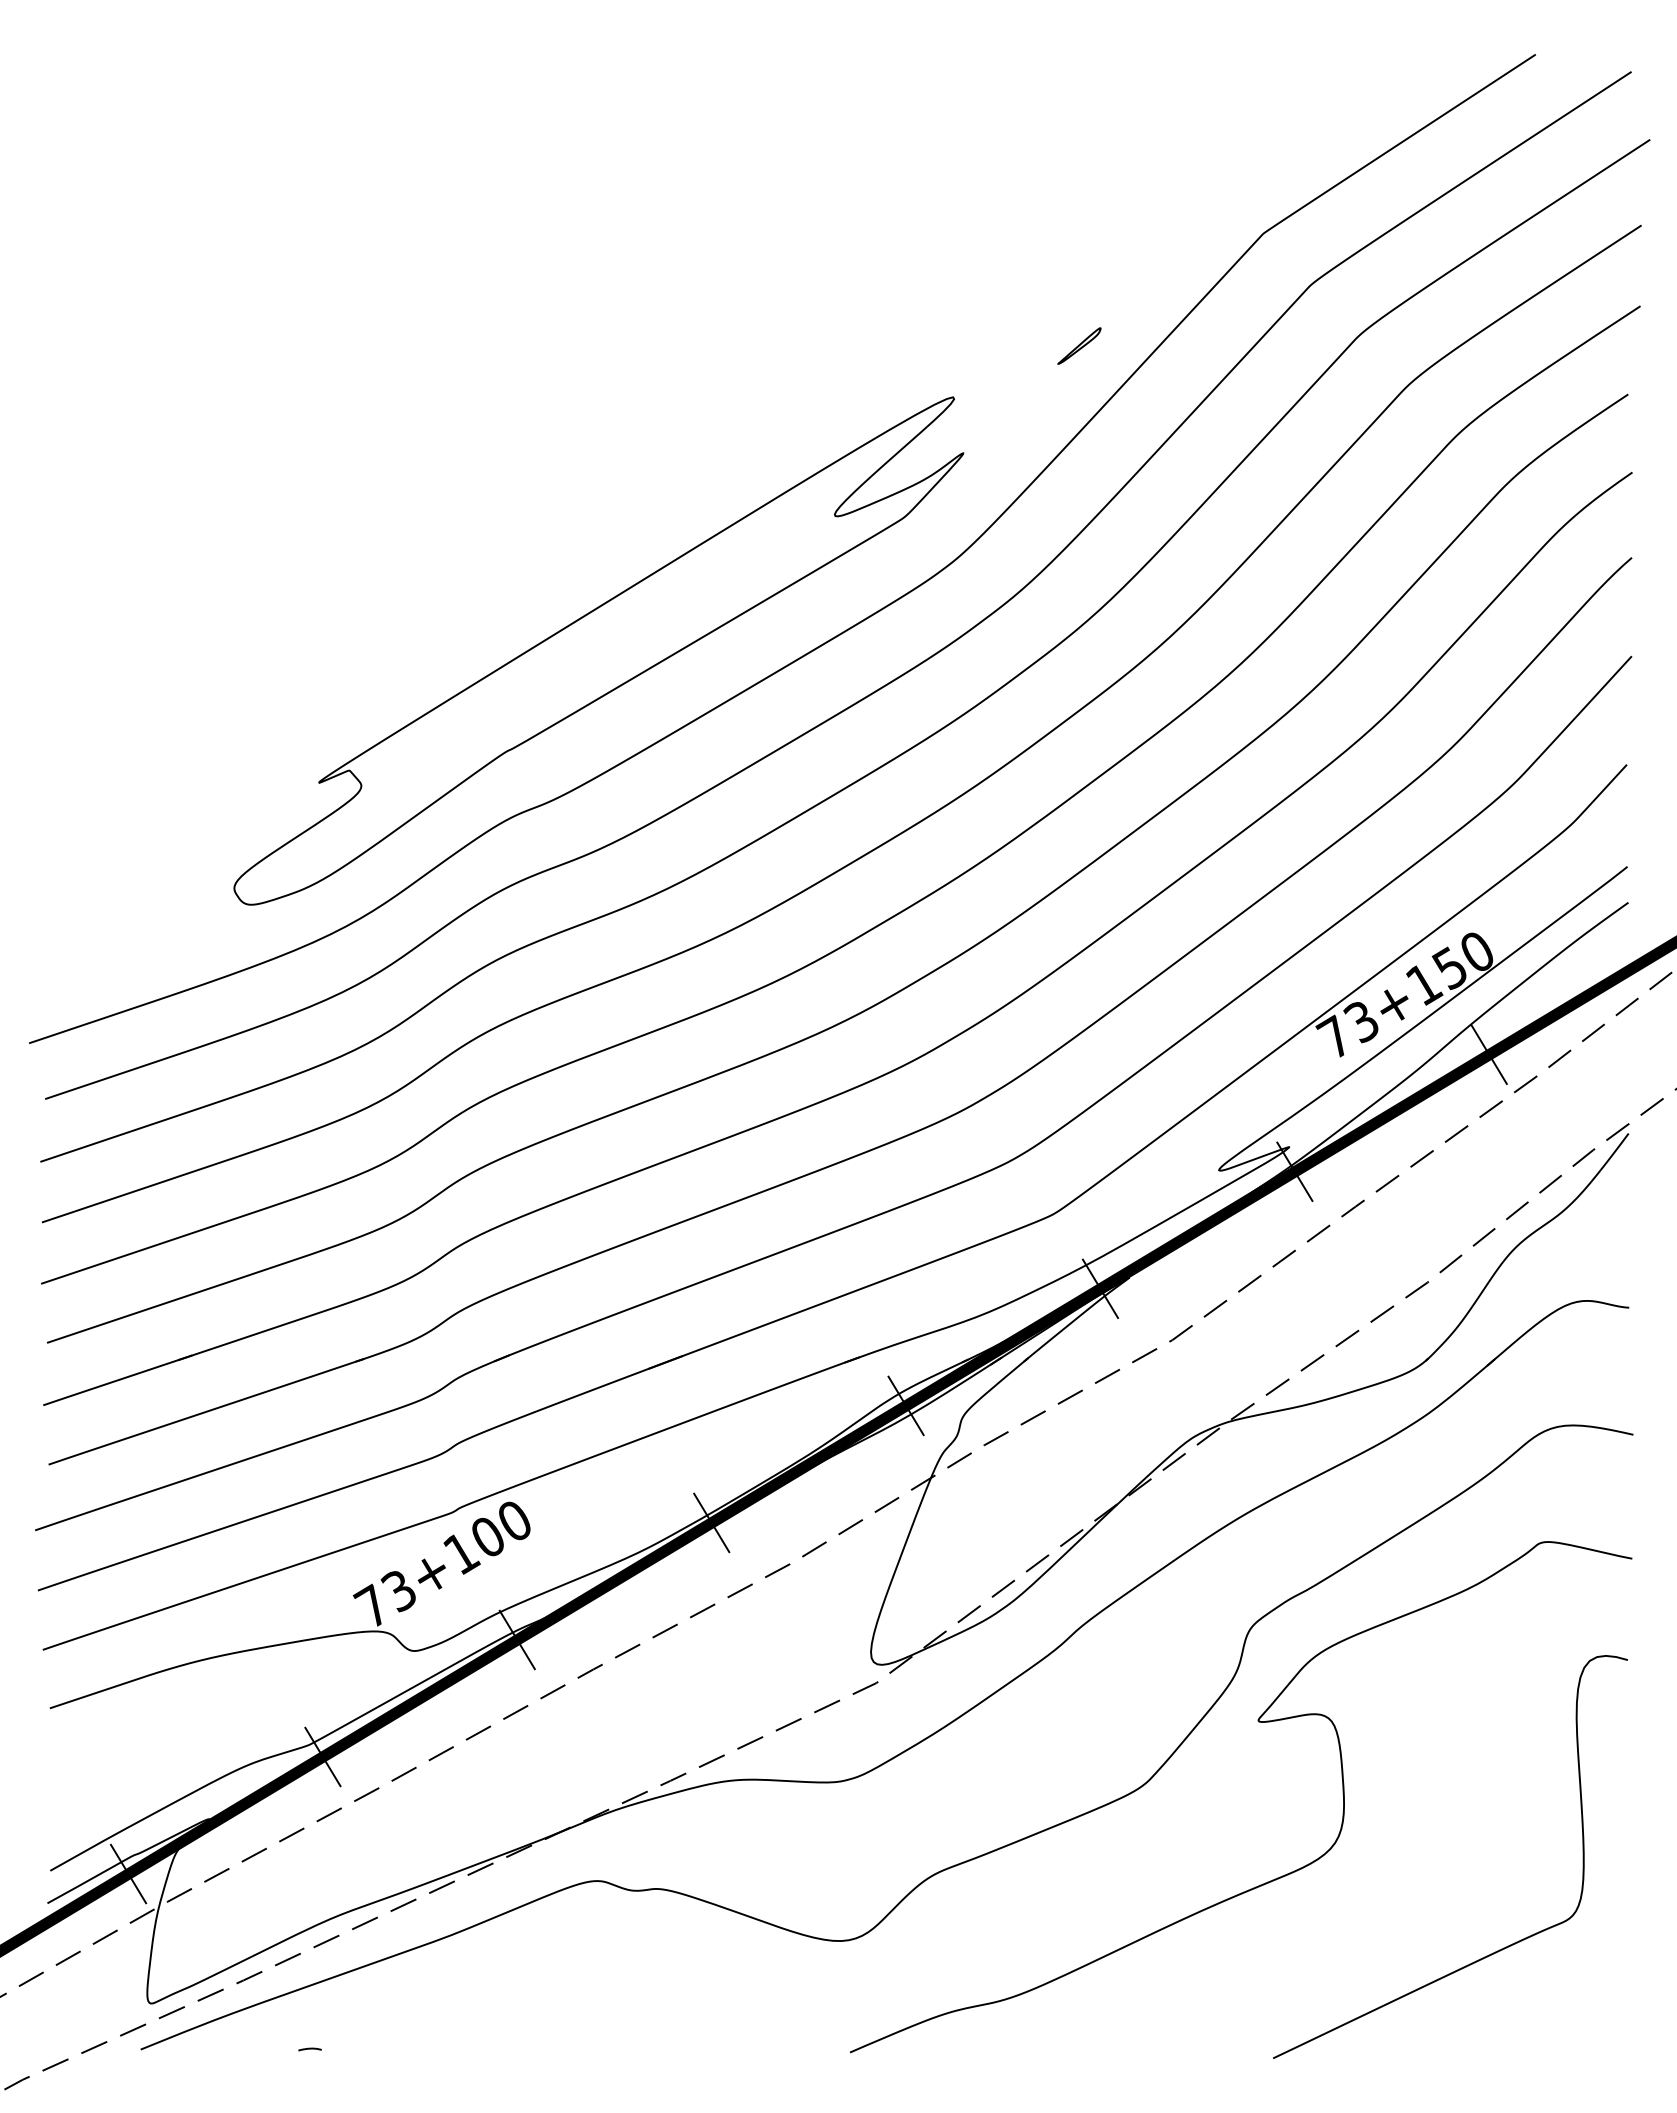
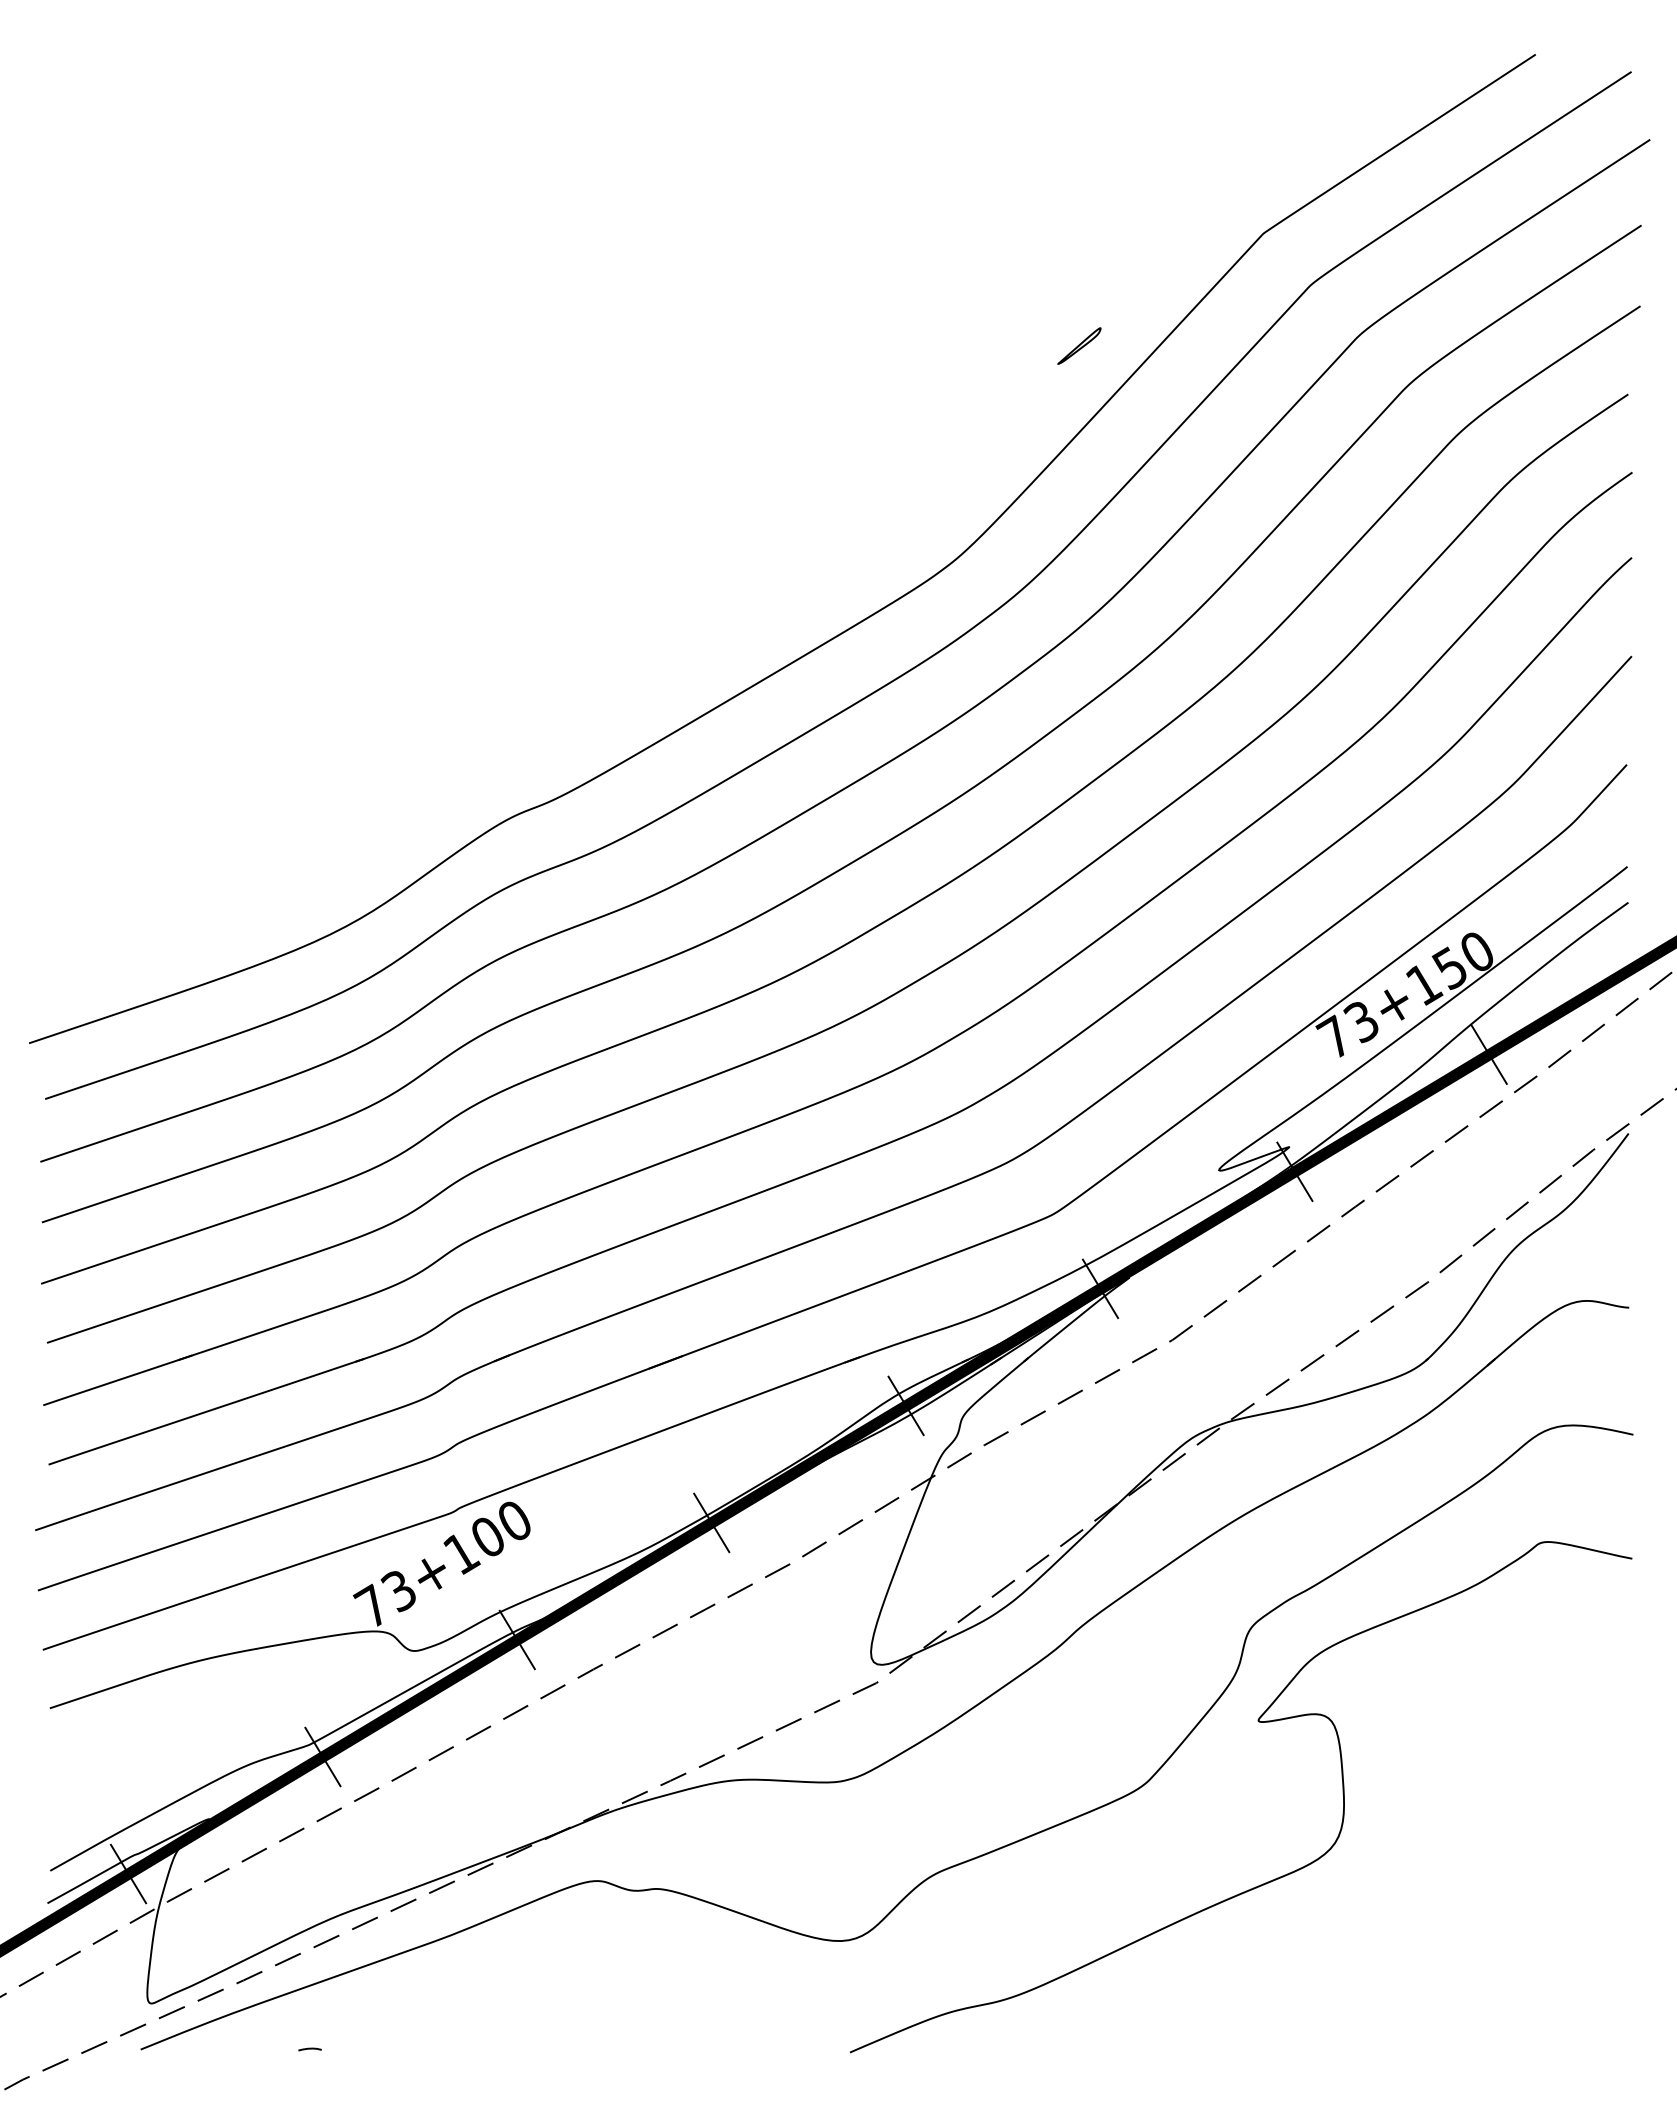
part at (598, 650): present -> none
curve at (1490, 1953): present -> none
